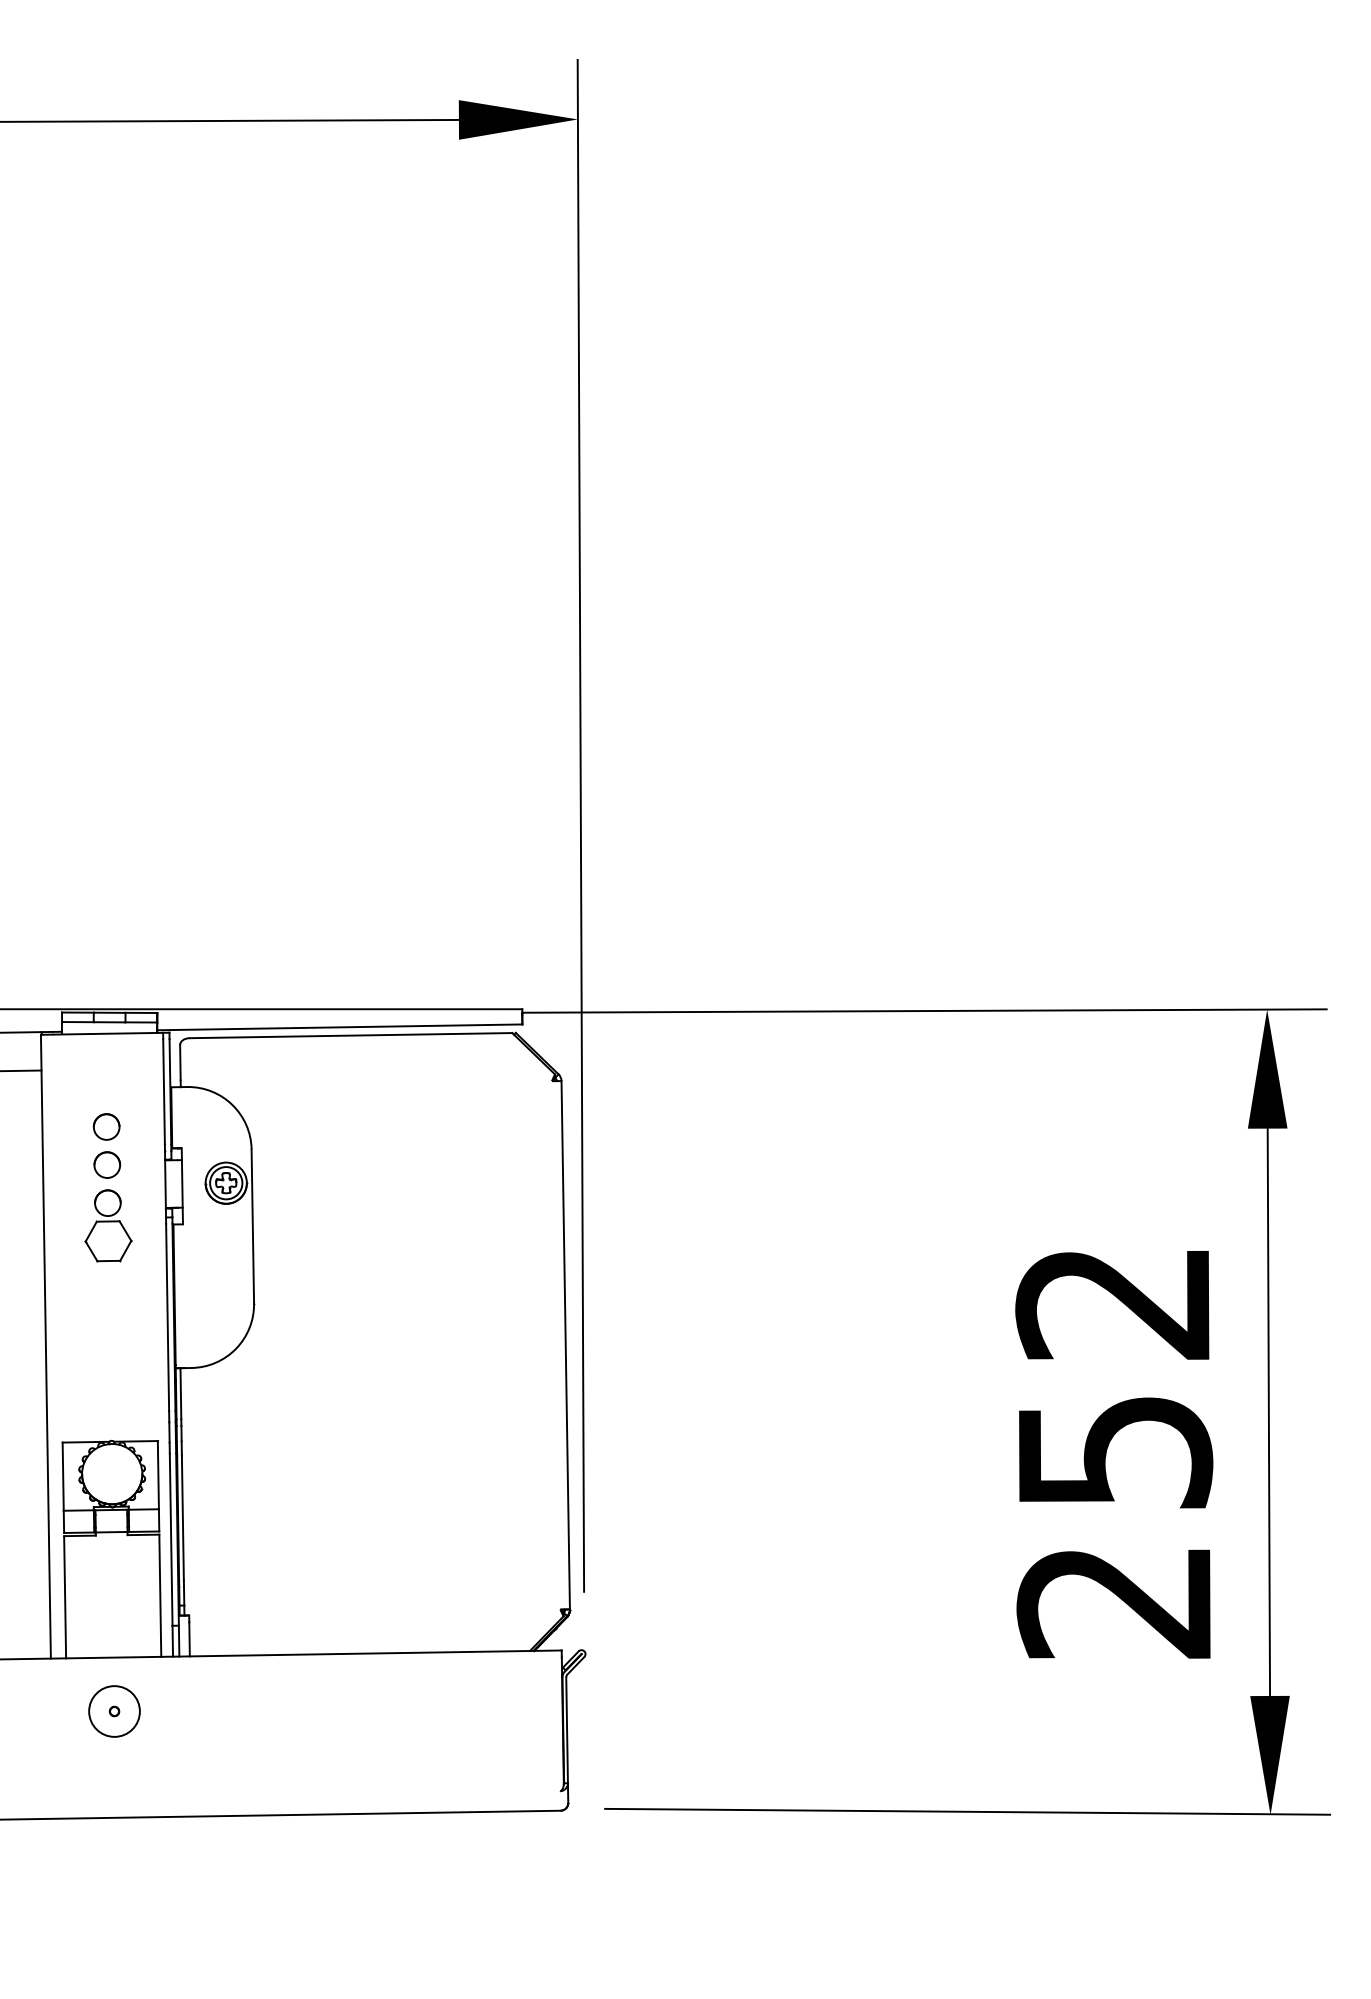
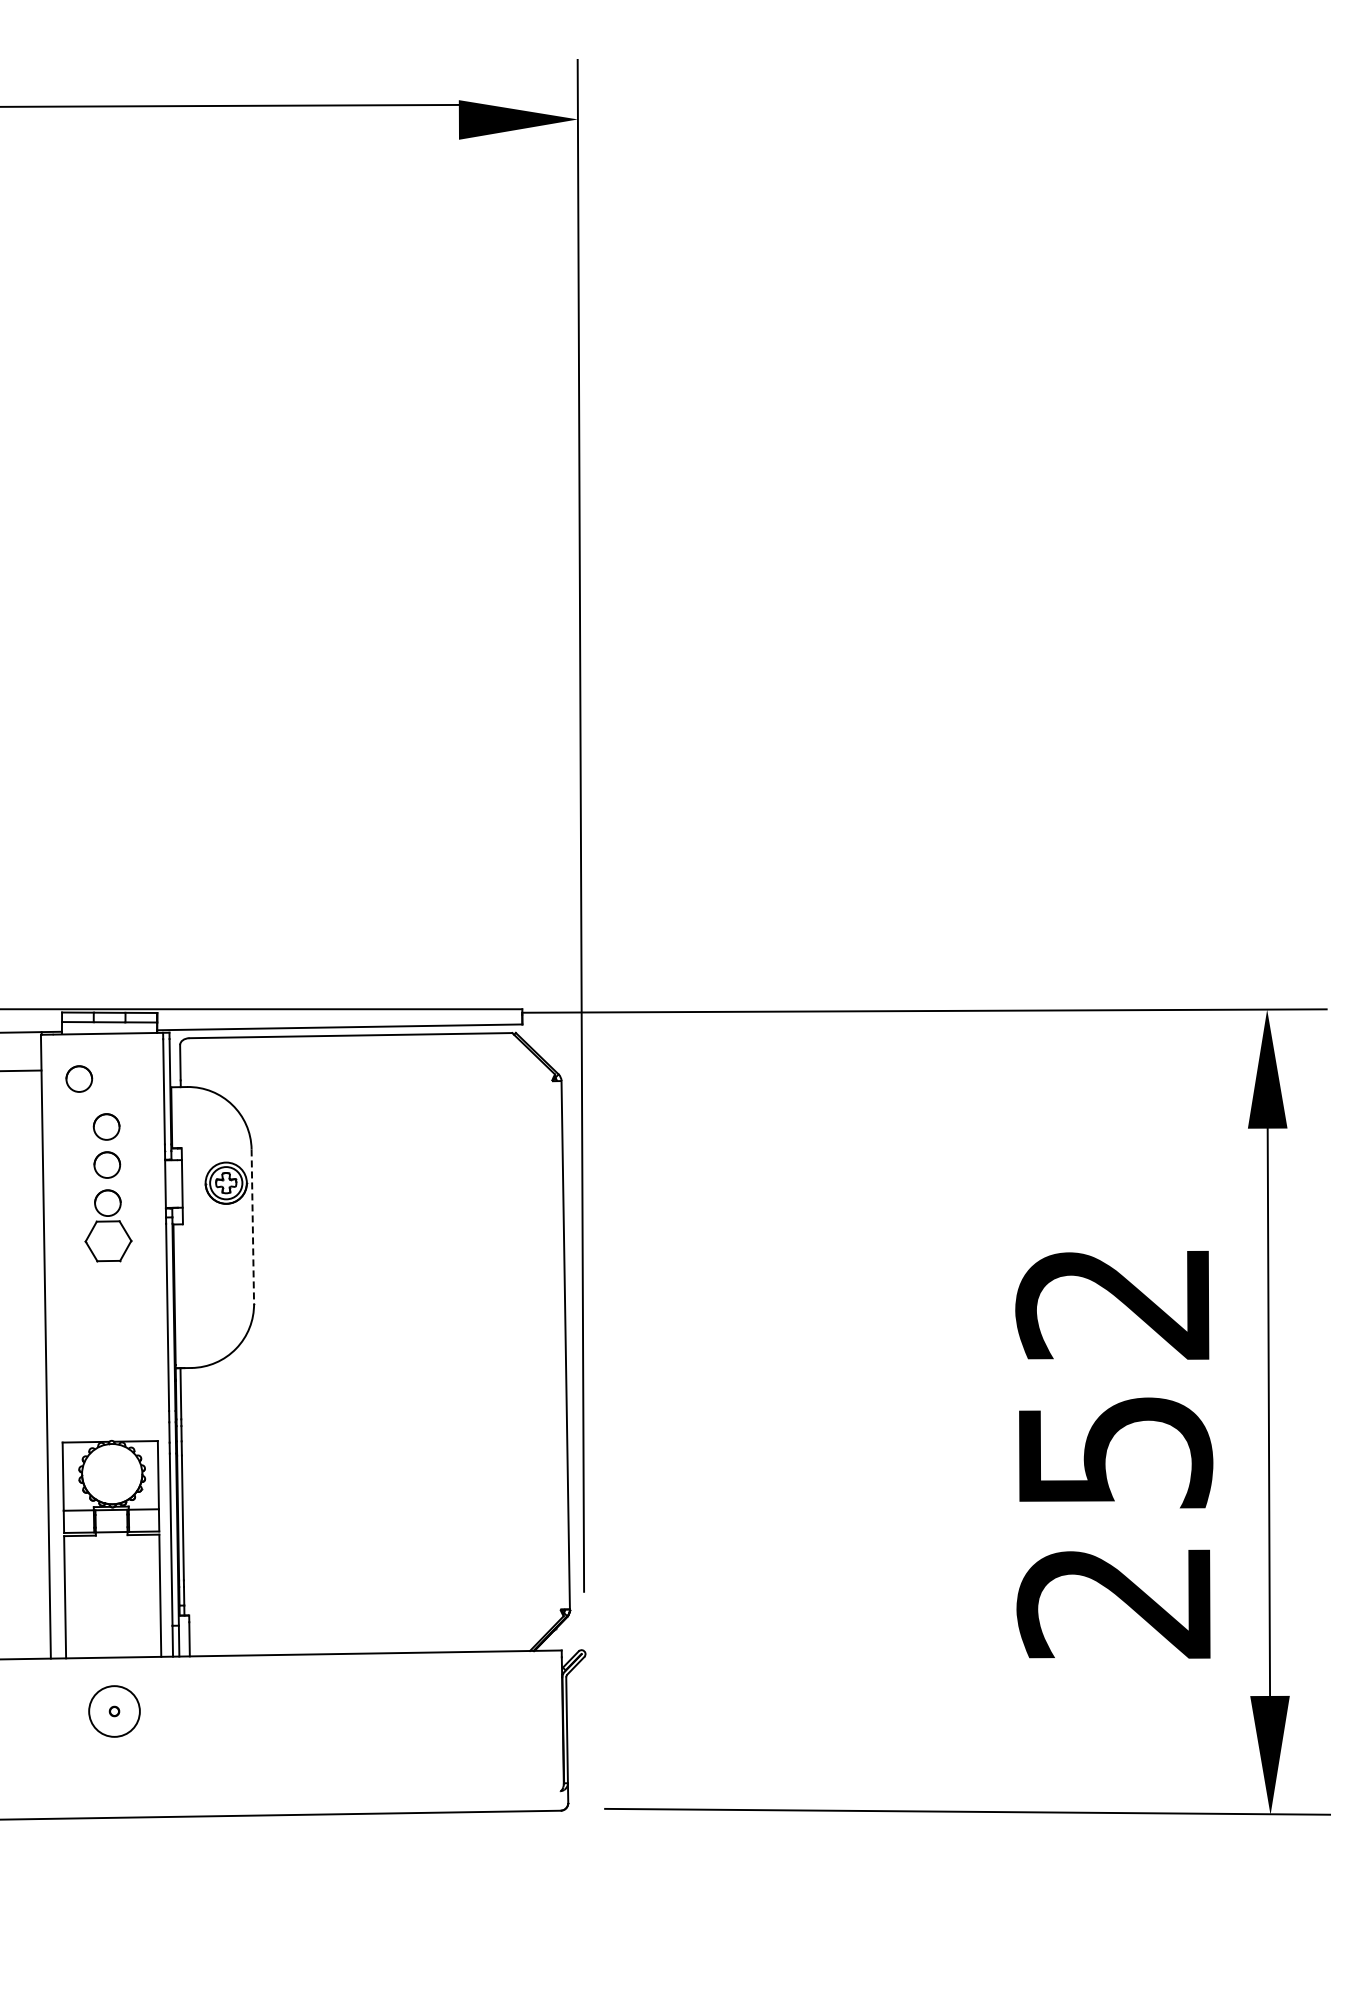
line at (230, 120) position: (230, 120) -> (230, 105)
part at (79, 1078): none -> present
line at (252, 1226): solid -> dashed
